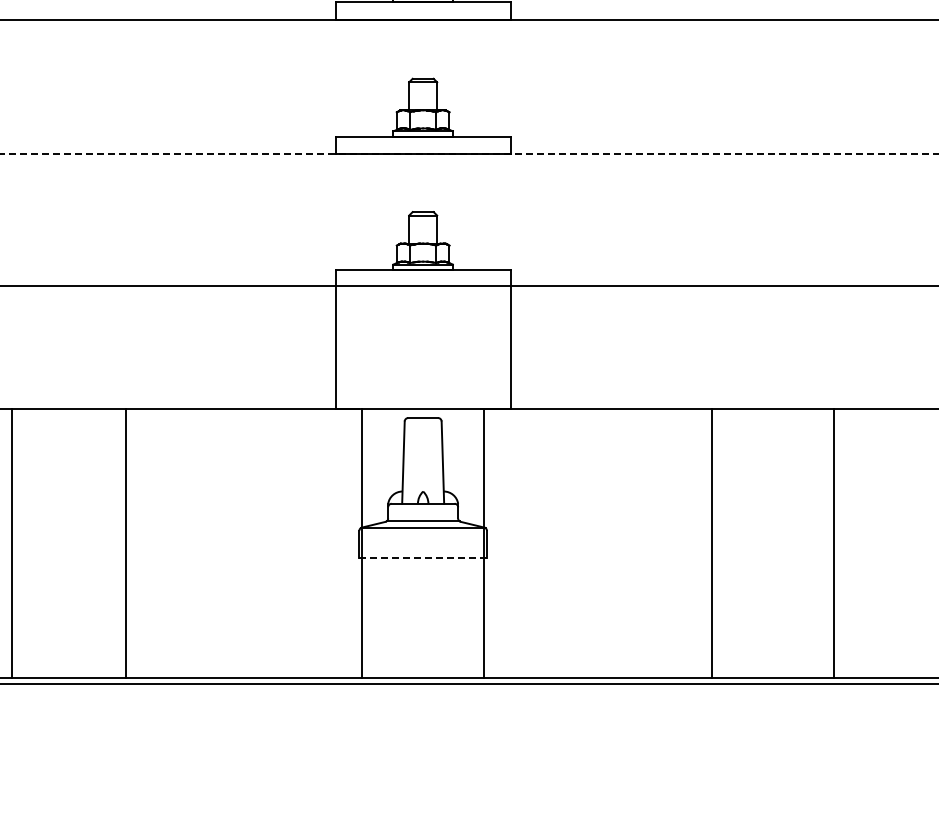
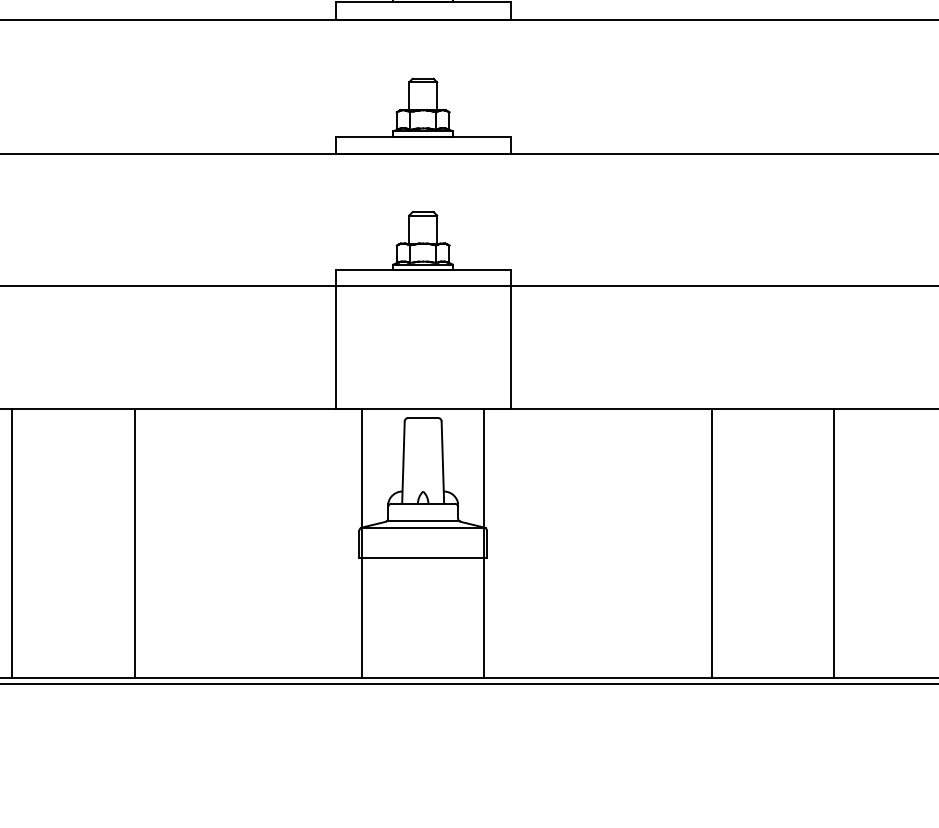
line at (469, 154): dashed -> solid
line at (125, 542) position: (125, 542) -> (134, 542)
line at (423, 558): dashed -> solid
